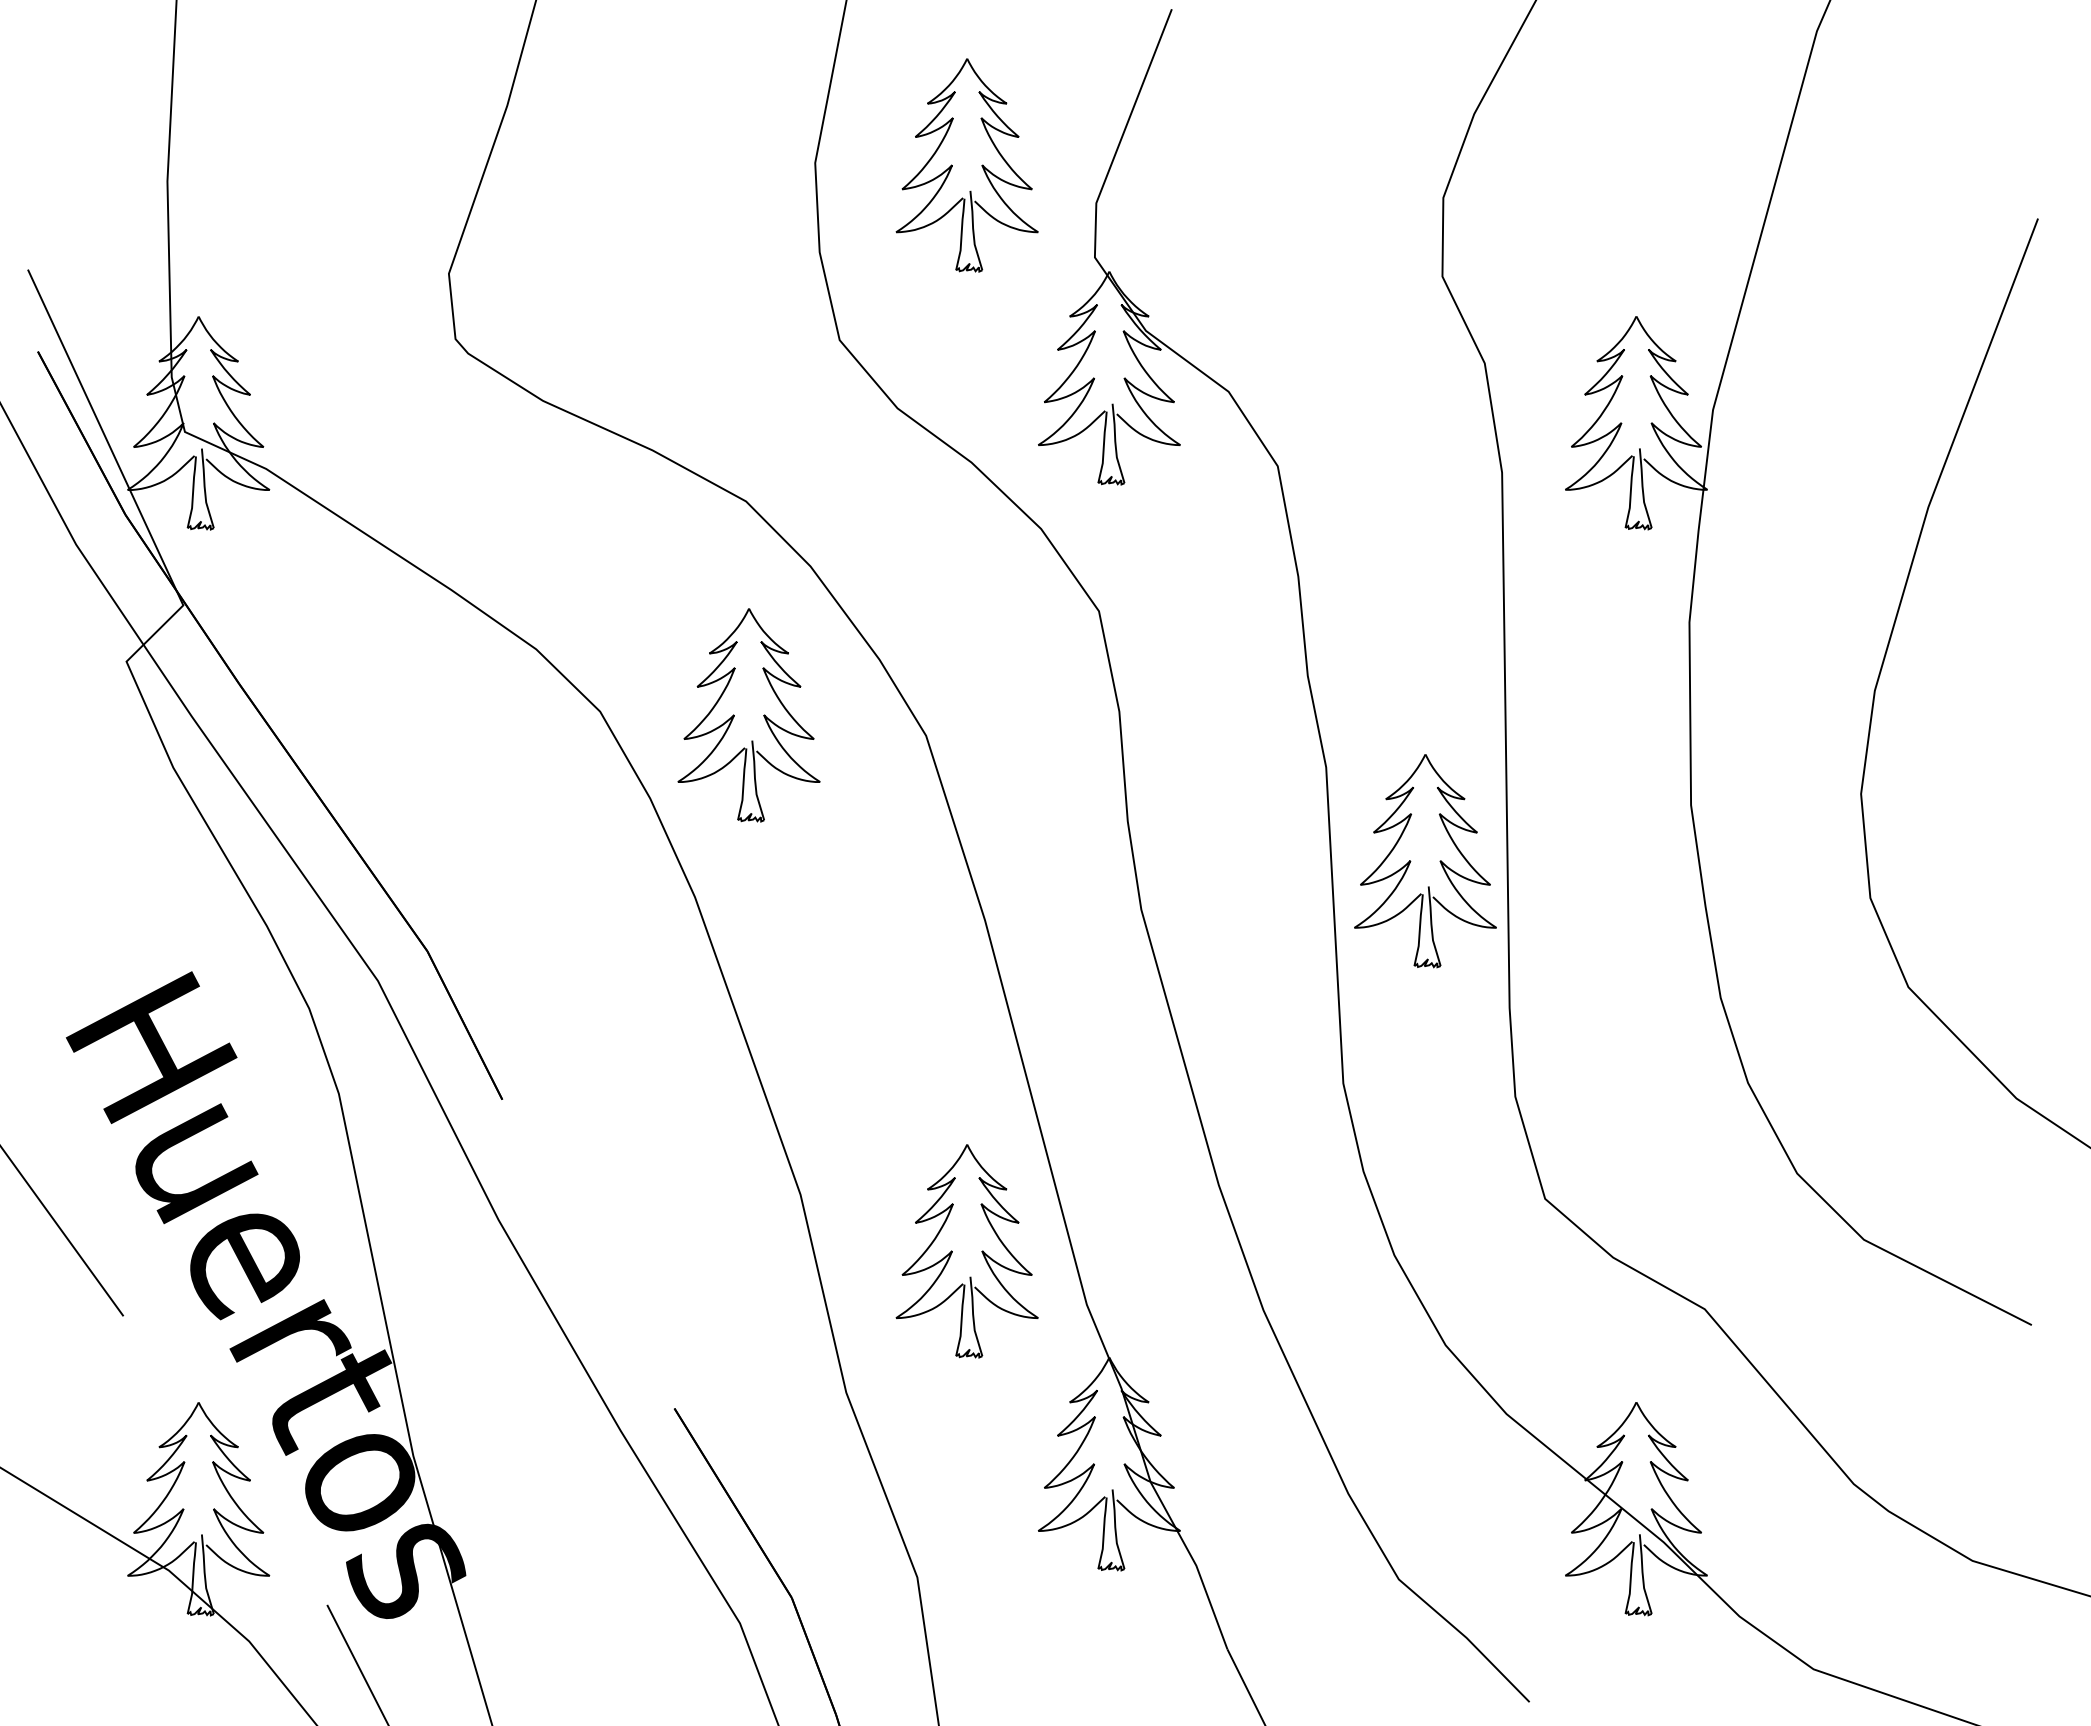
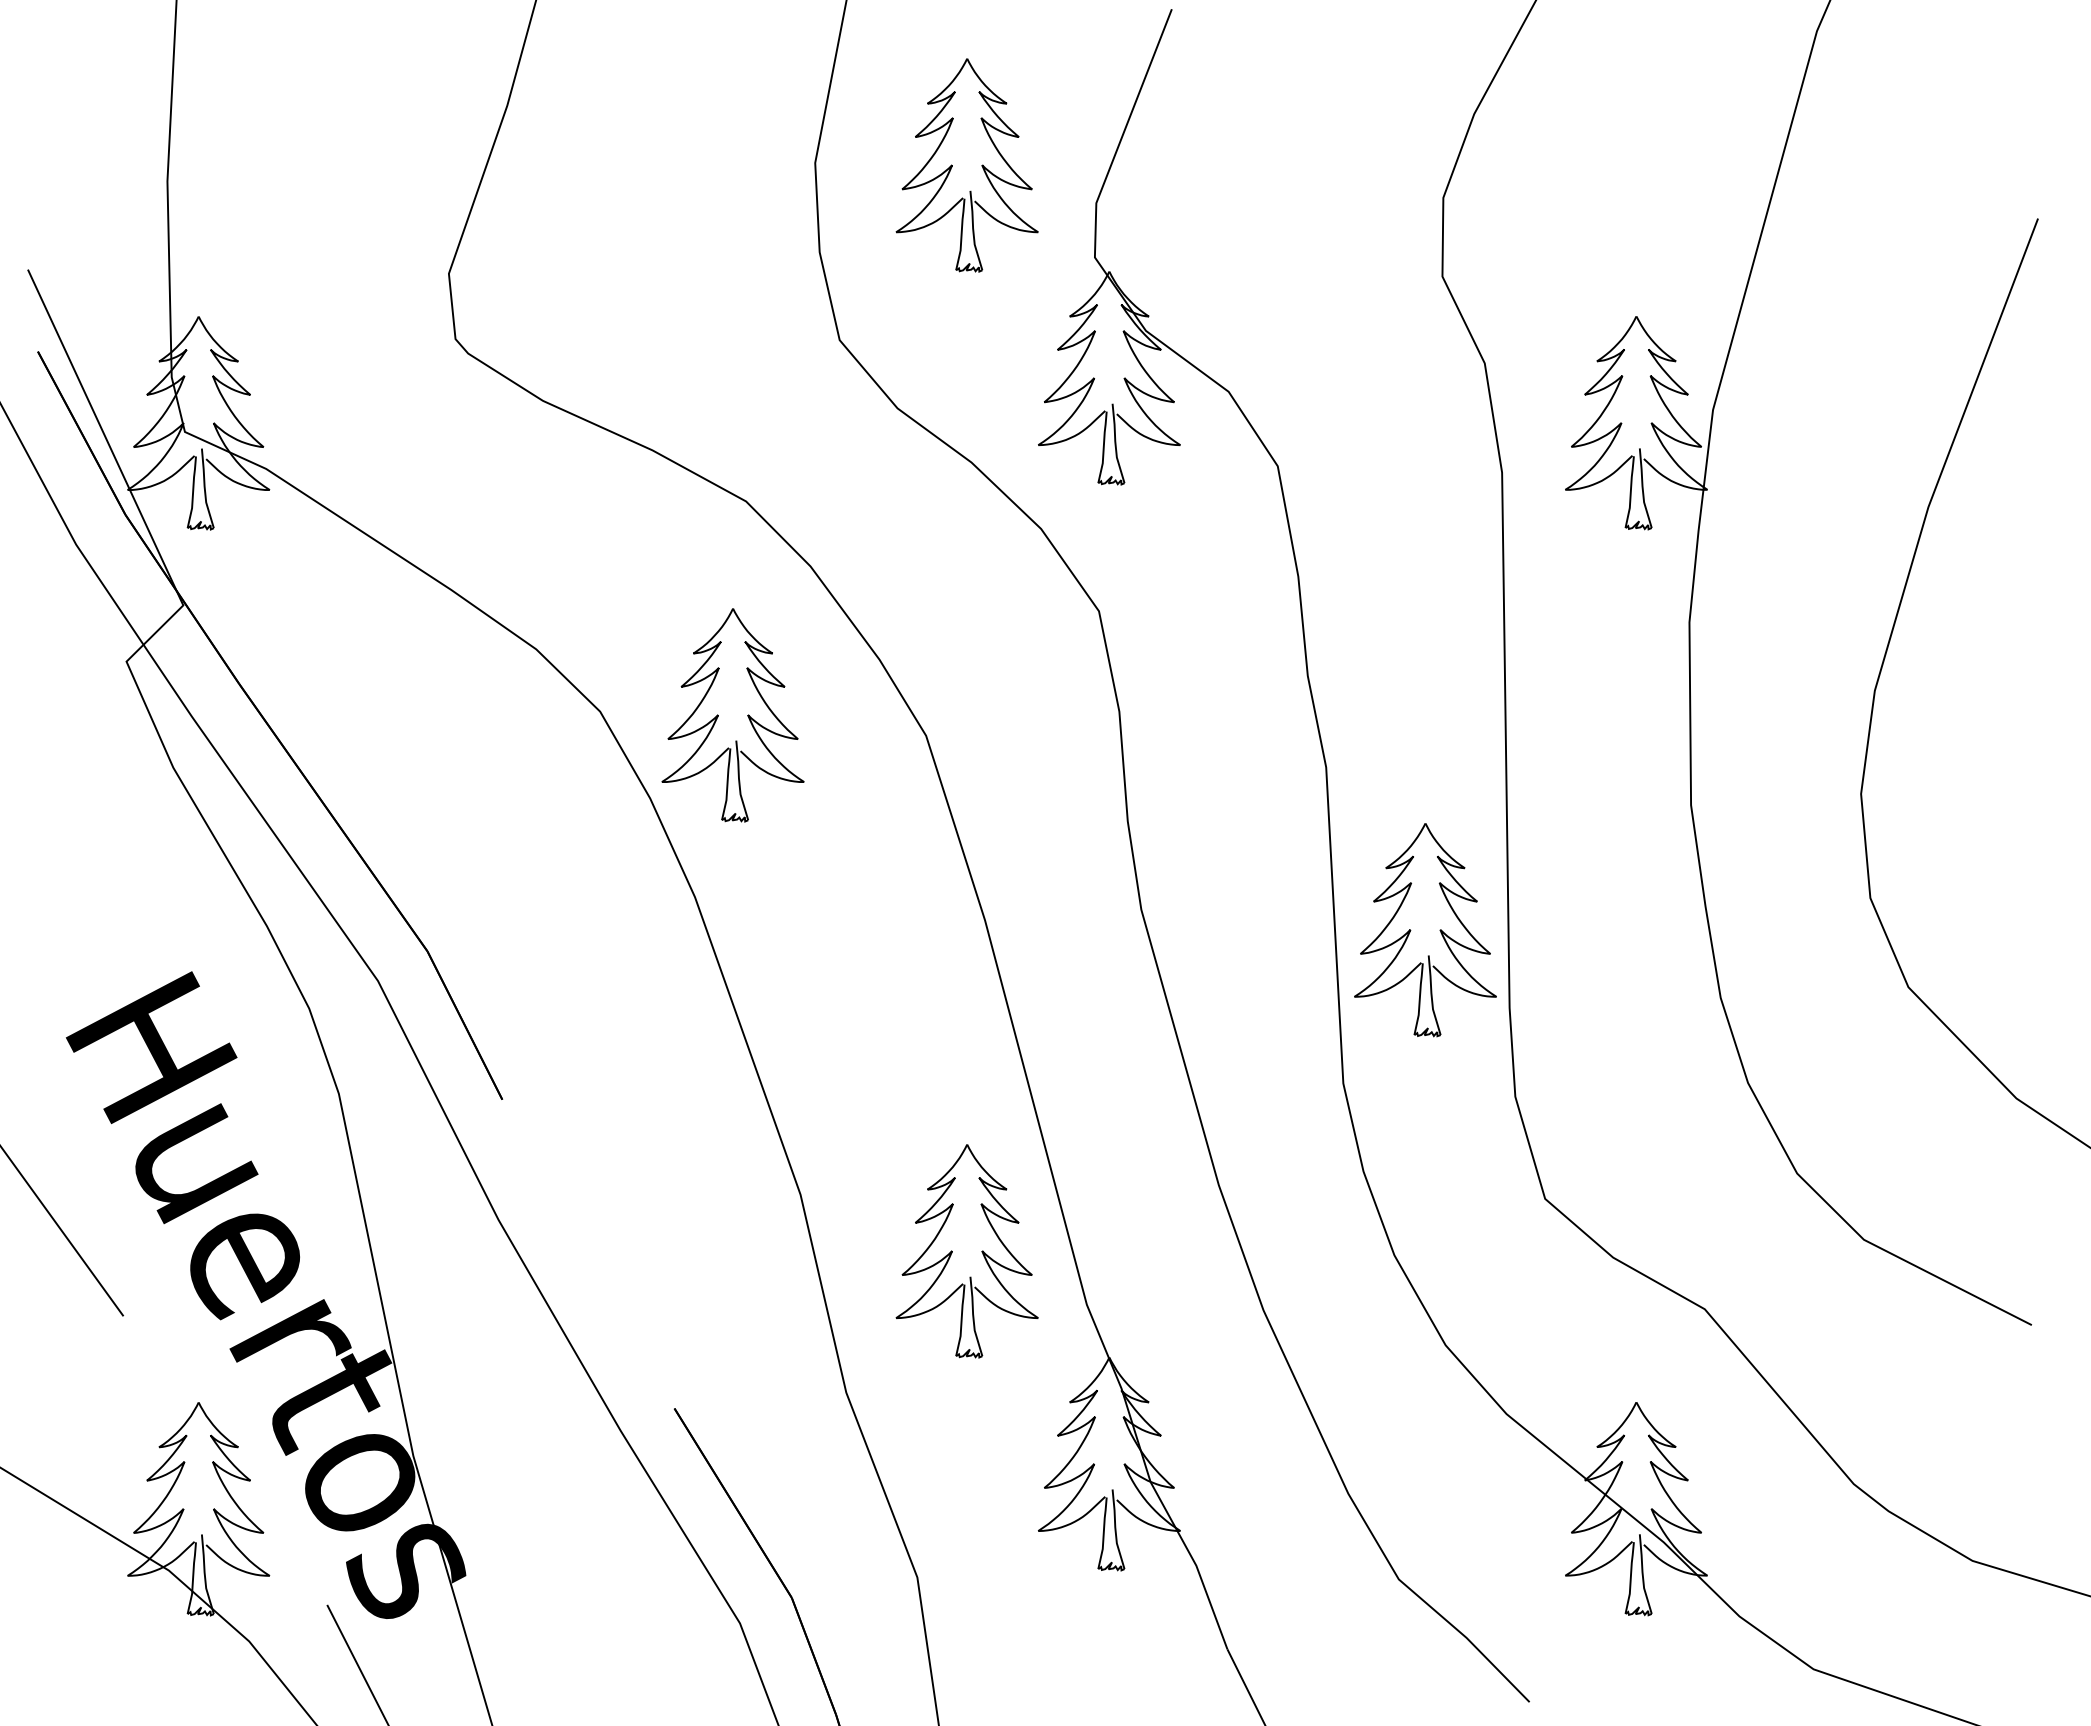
part at (734, 715) position: (734, 715) -> (718, 715)
part at (1411, 861) position: (1411, 861) -> (1411, 930)
